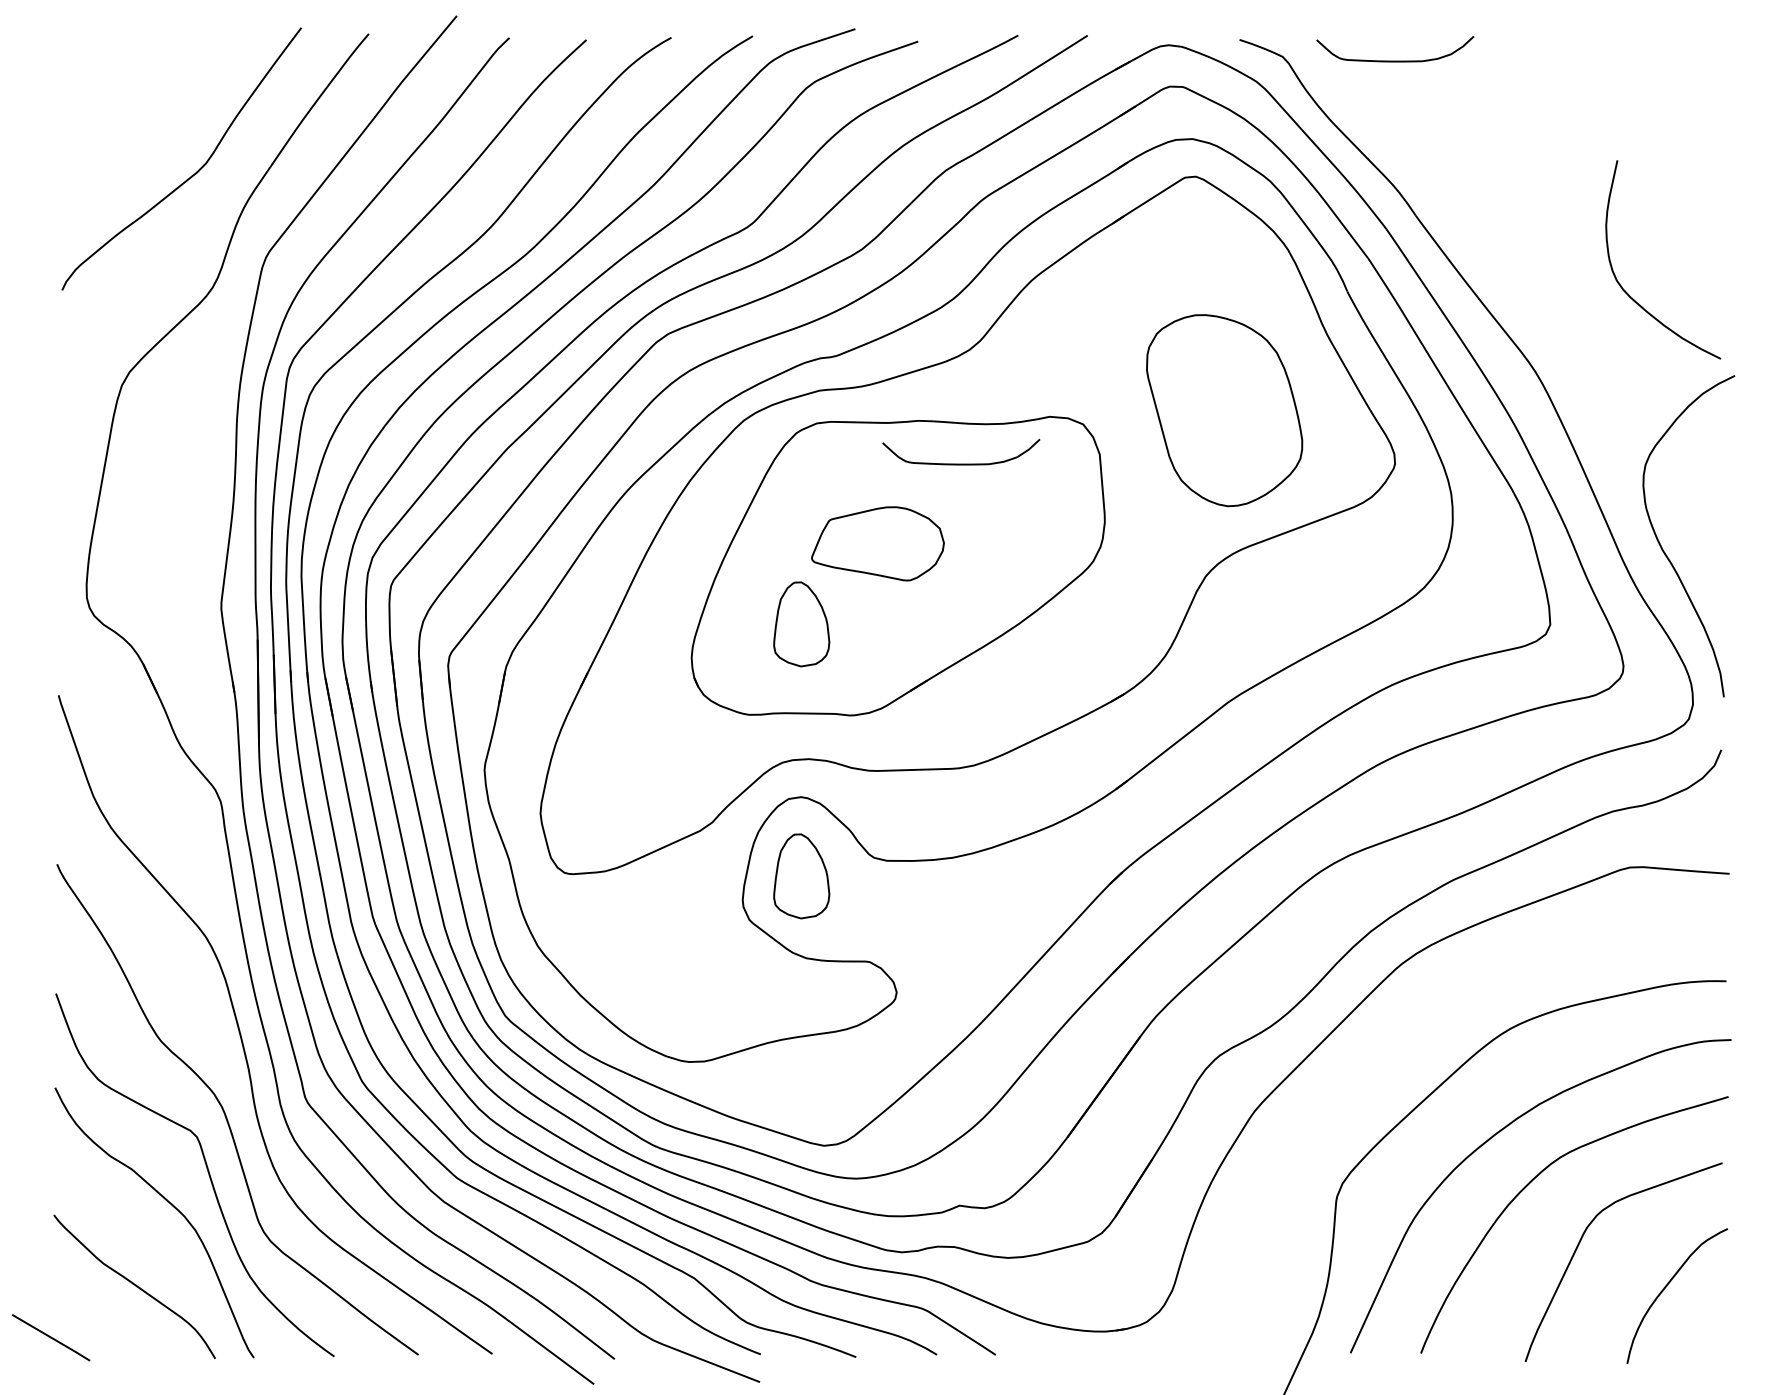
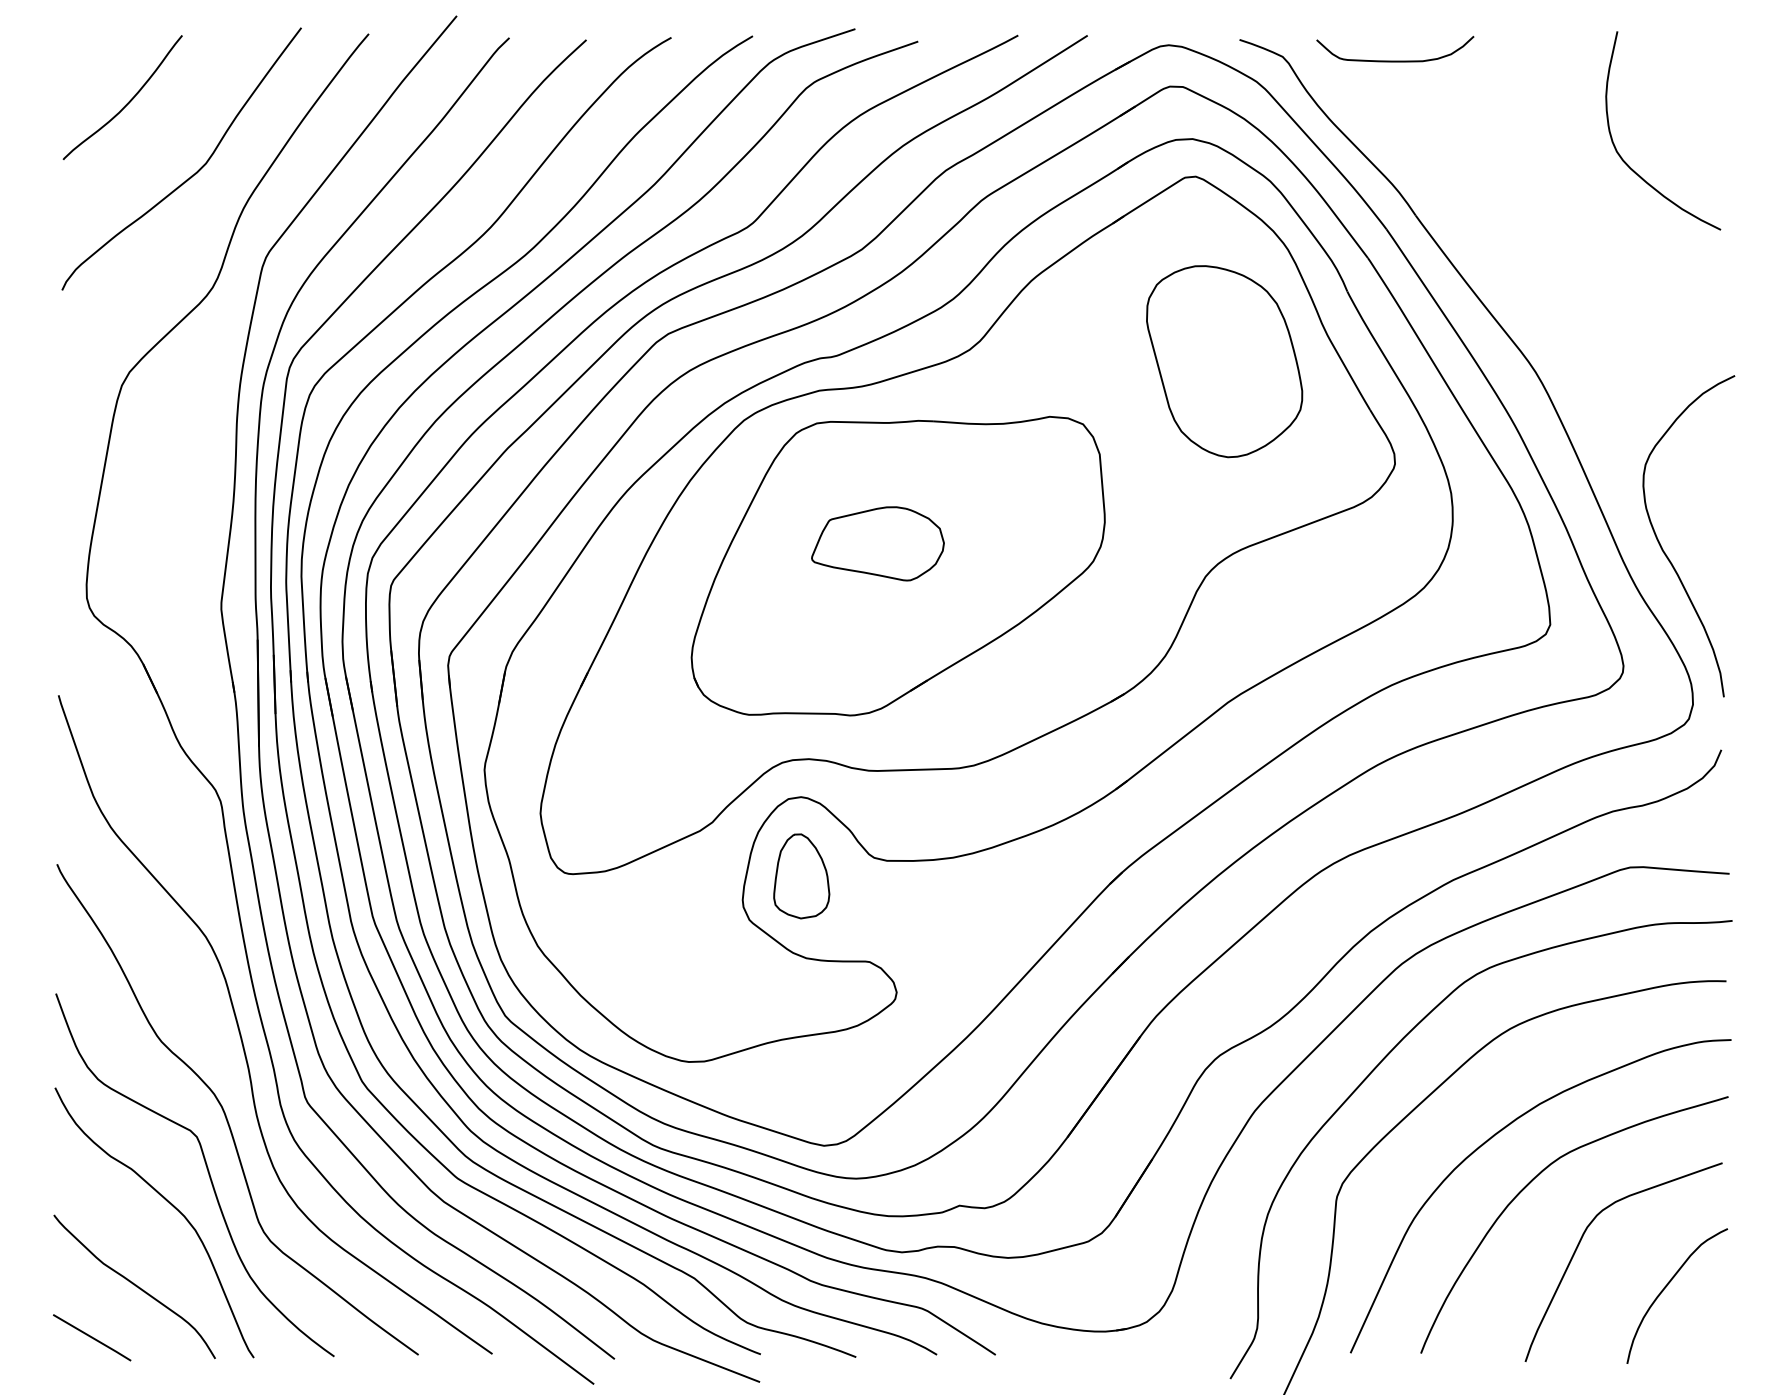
curve at (127, 102): none -> present
curve at (1628, 293) position: (1628, 293) -> (1628, 164)
part at (1224, 410) position: (1224, 410) -> (1224, 361)
curve at (961, 463): present -> none
part at (801, 624): present -> none
curve at (1378, 1066): none -> present
line at (51, 1337) position: (51, 1337) -> (92, 1337)
